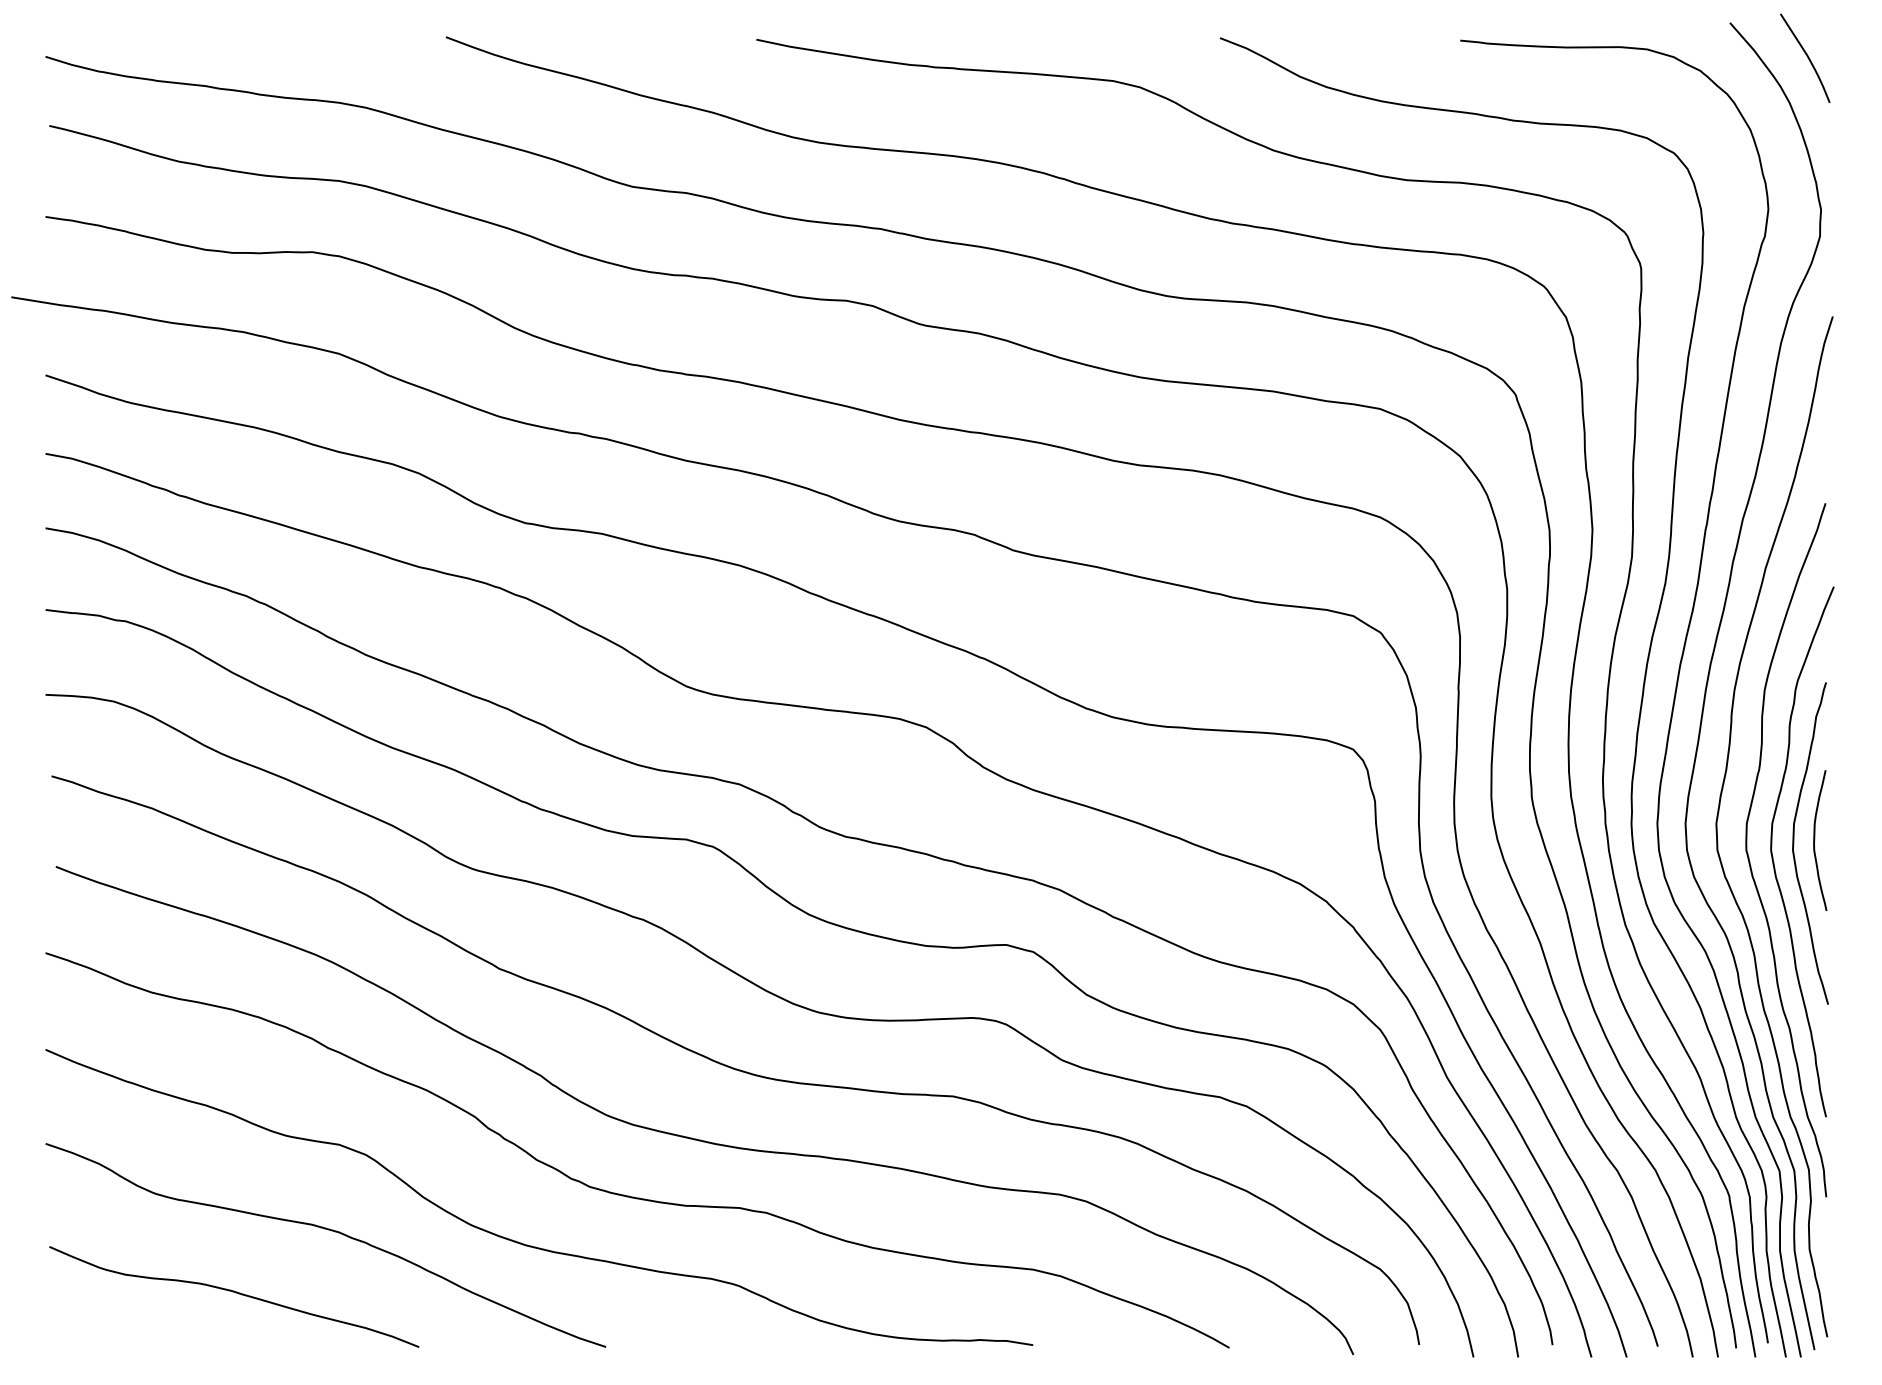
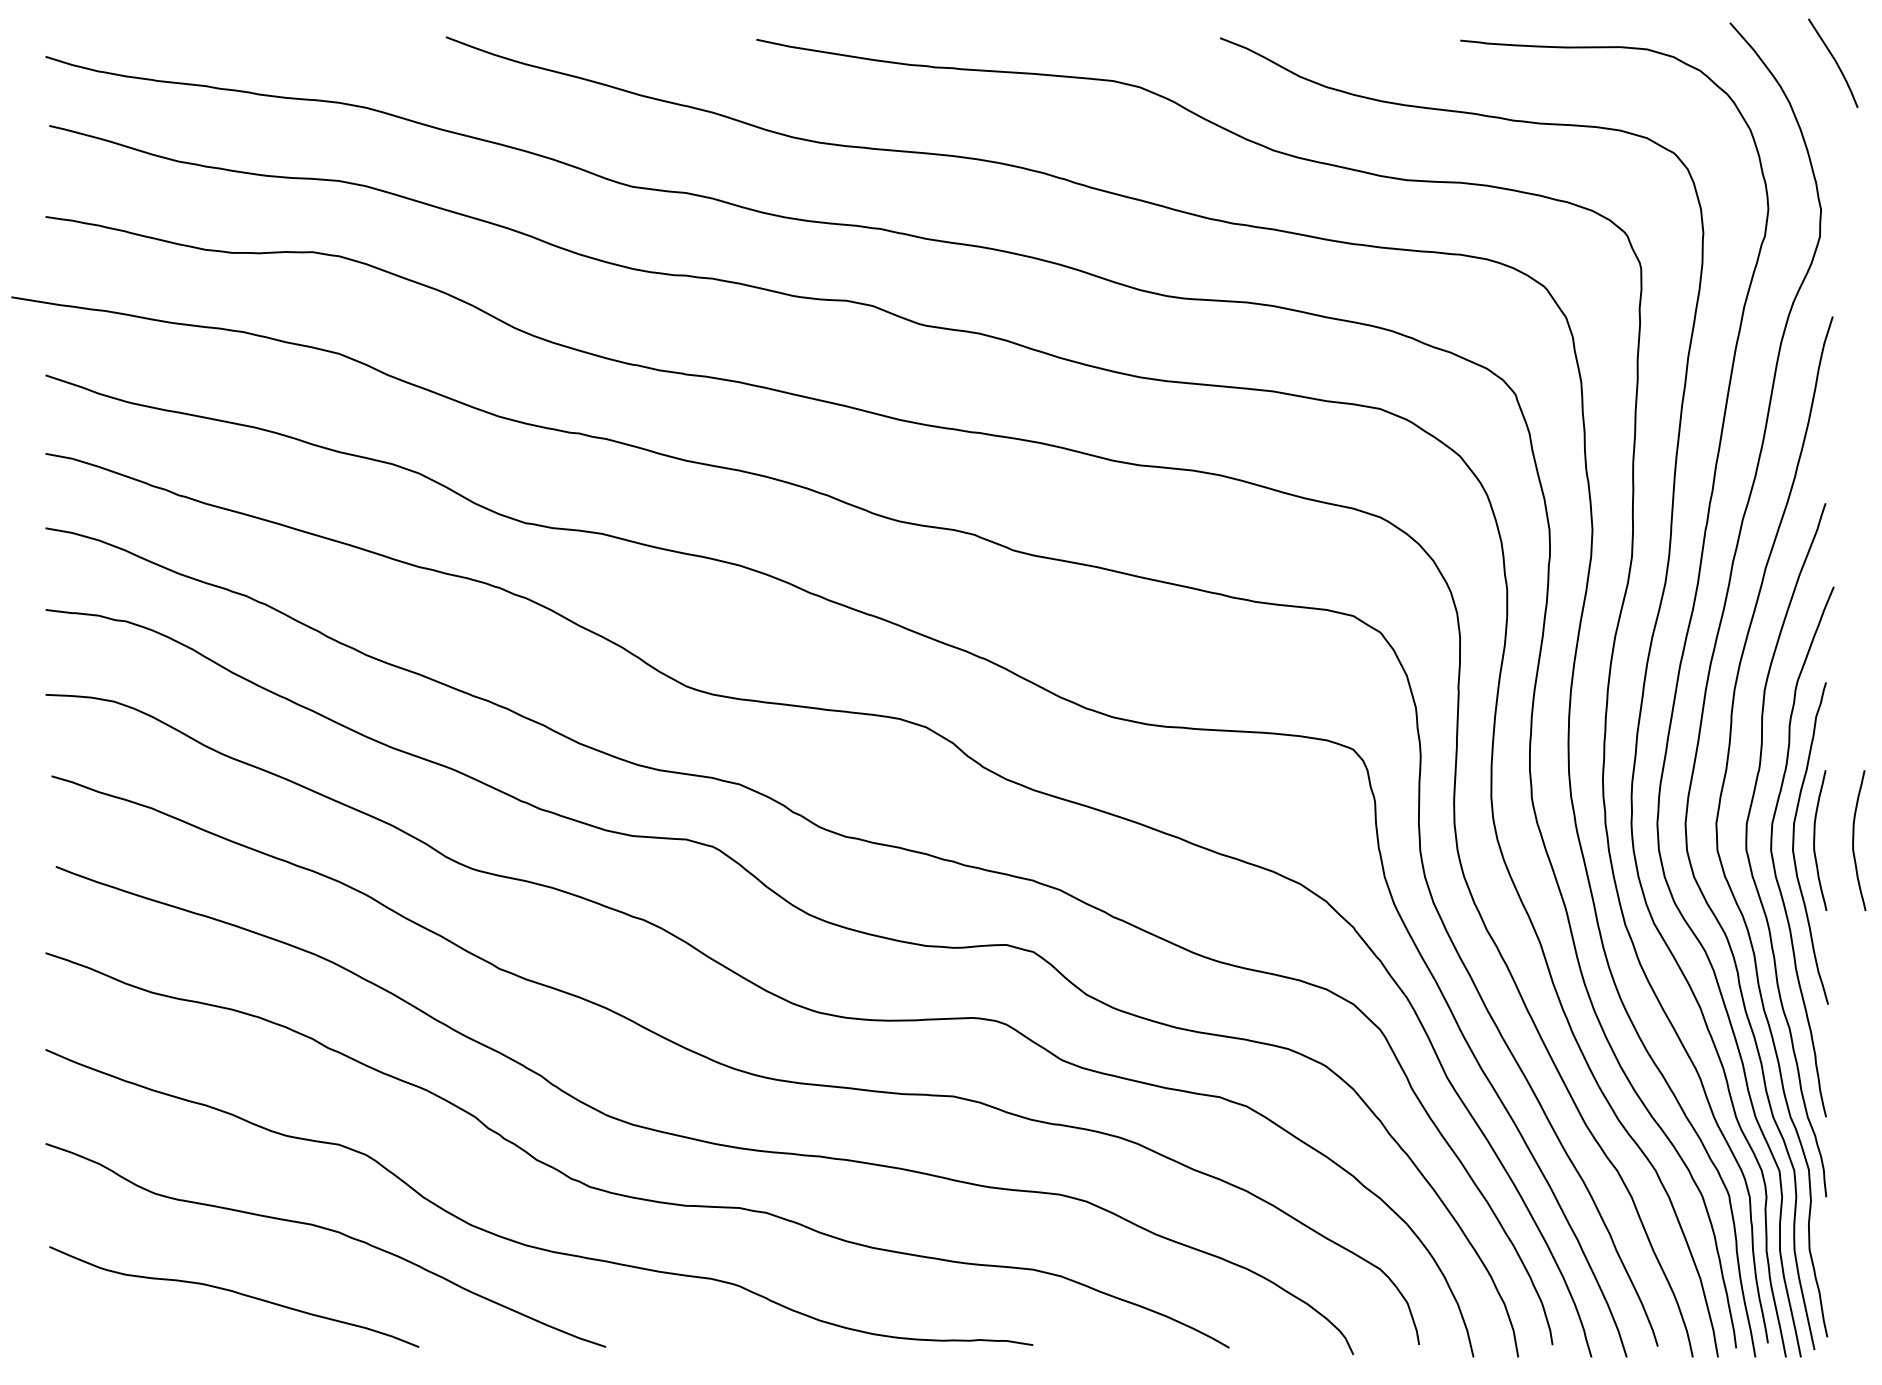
curve at (1806, 56) position: (1806, 56) -> (1834, 61)
curve at (1854, 840): none -> present
